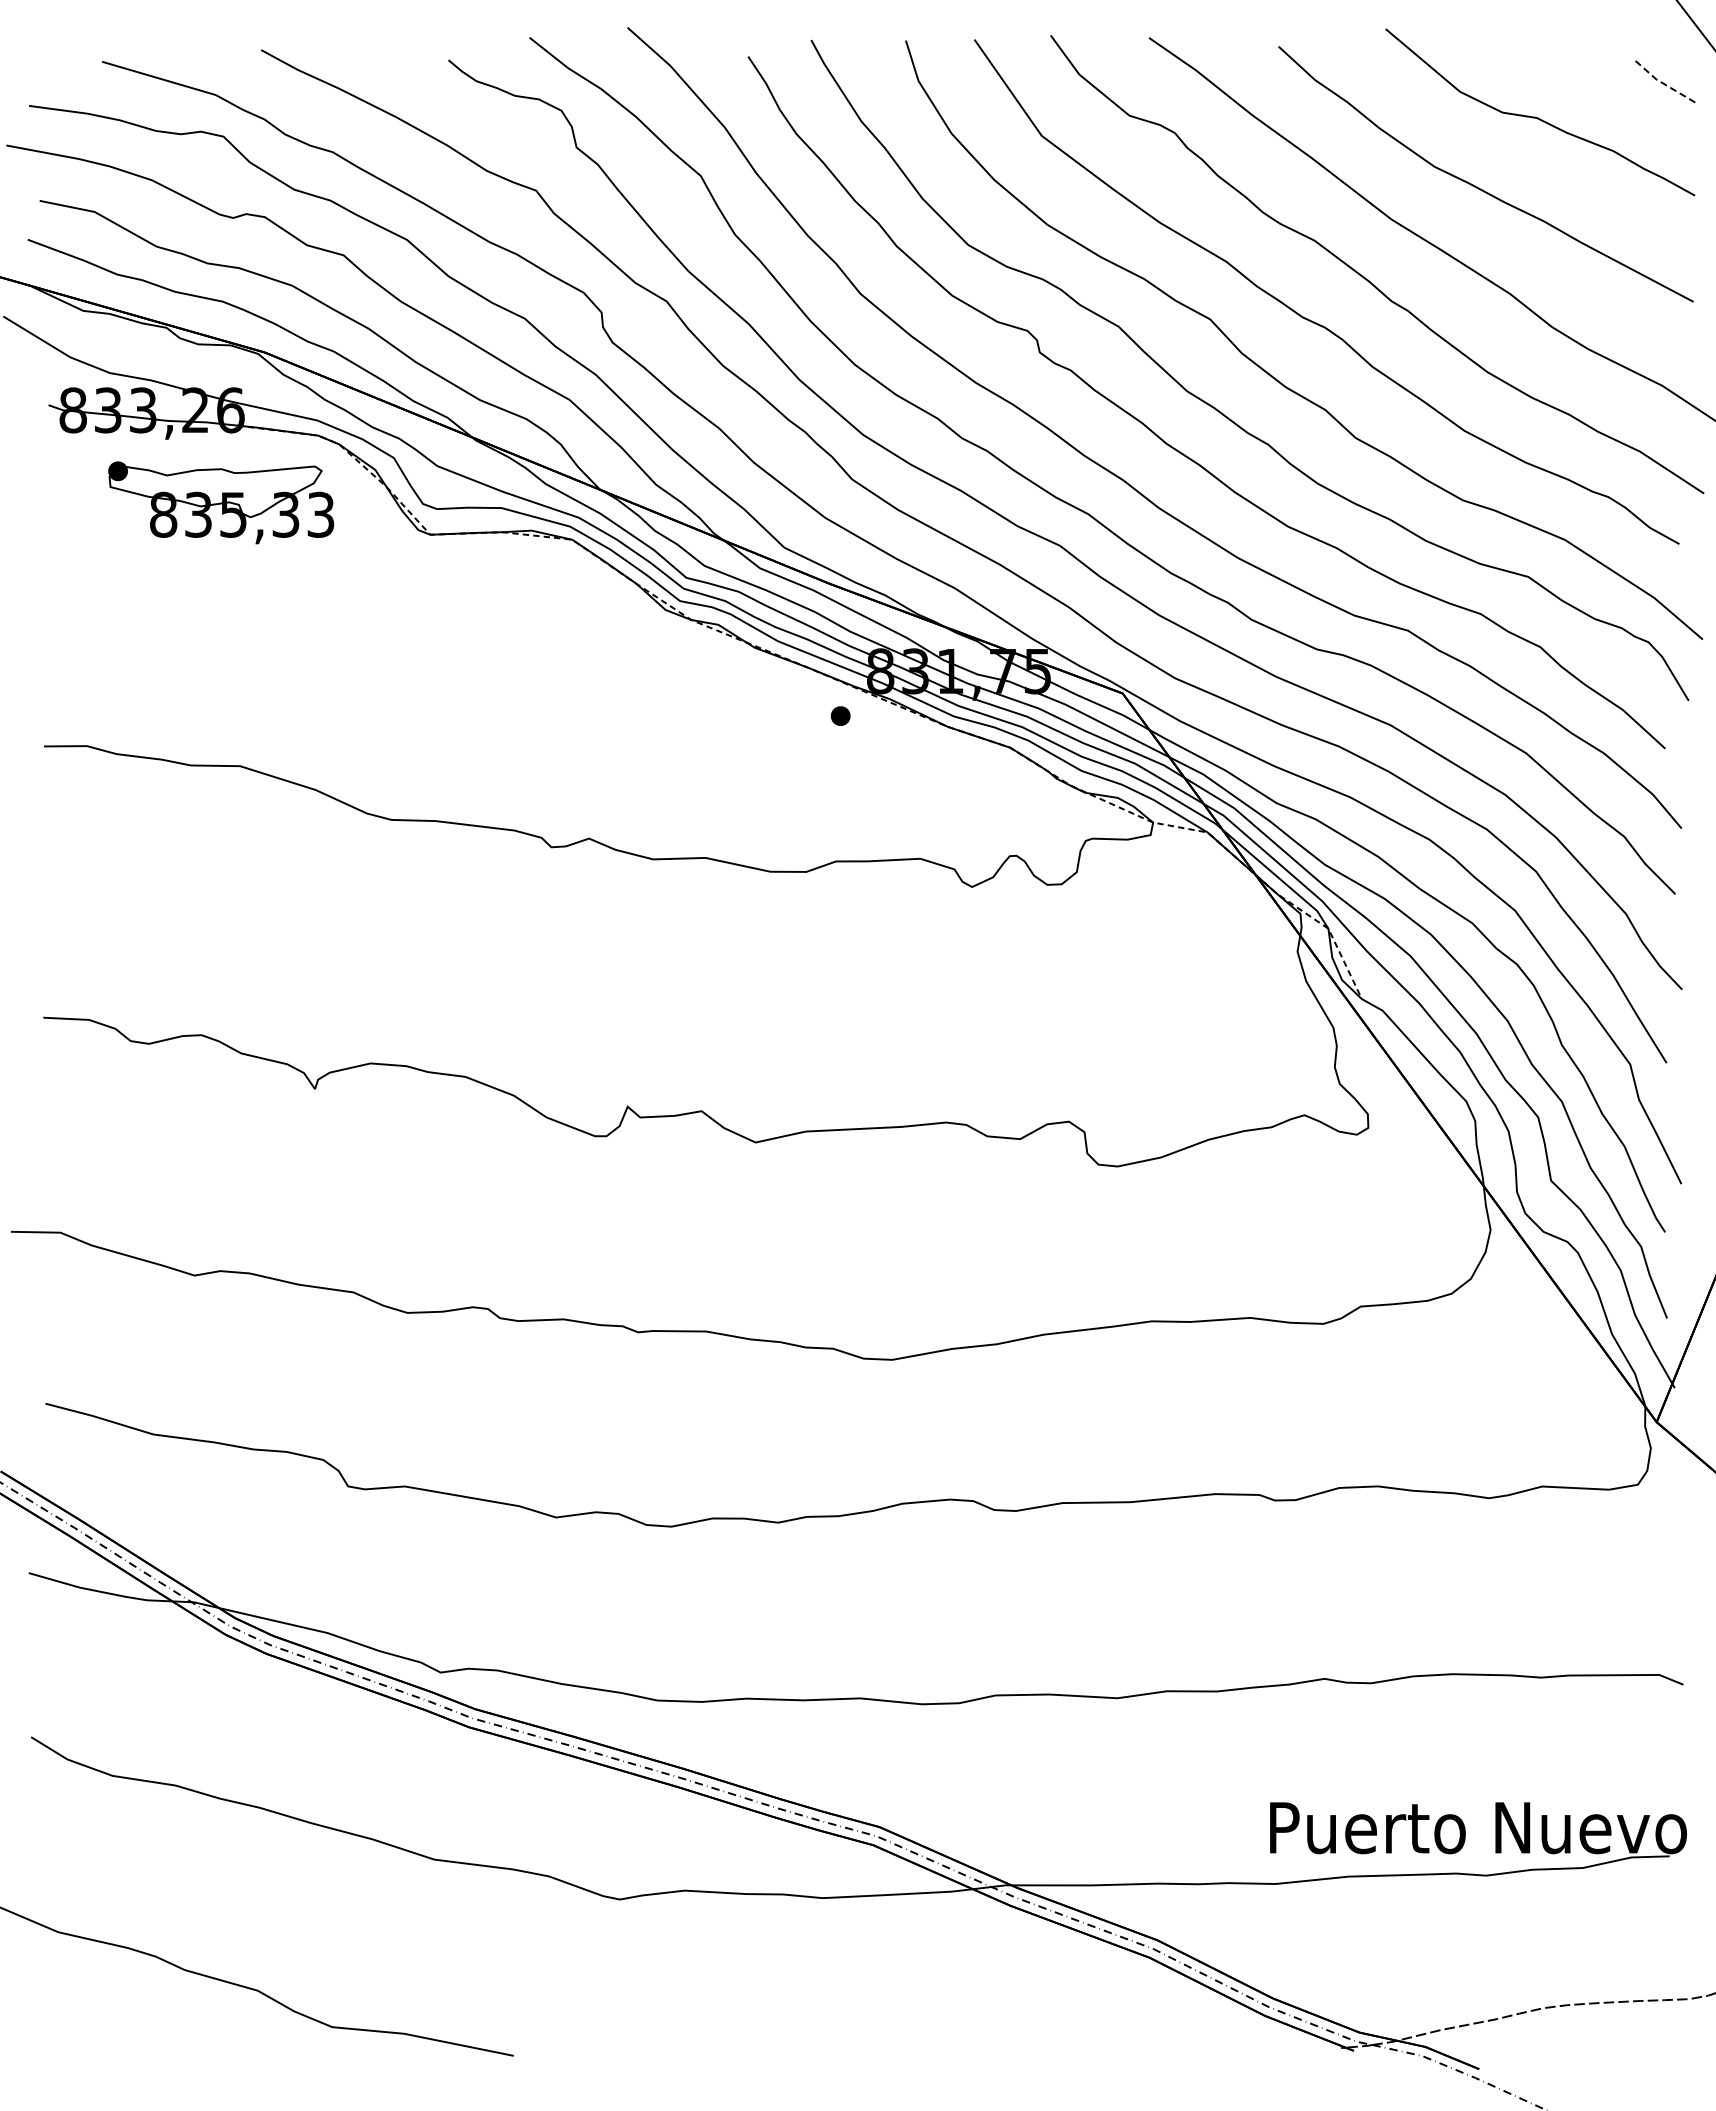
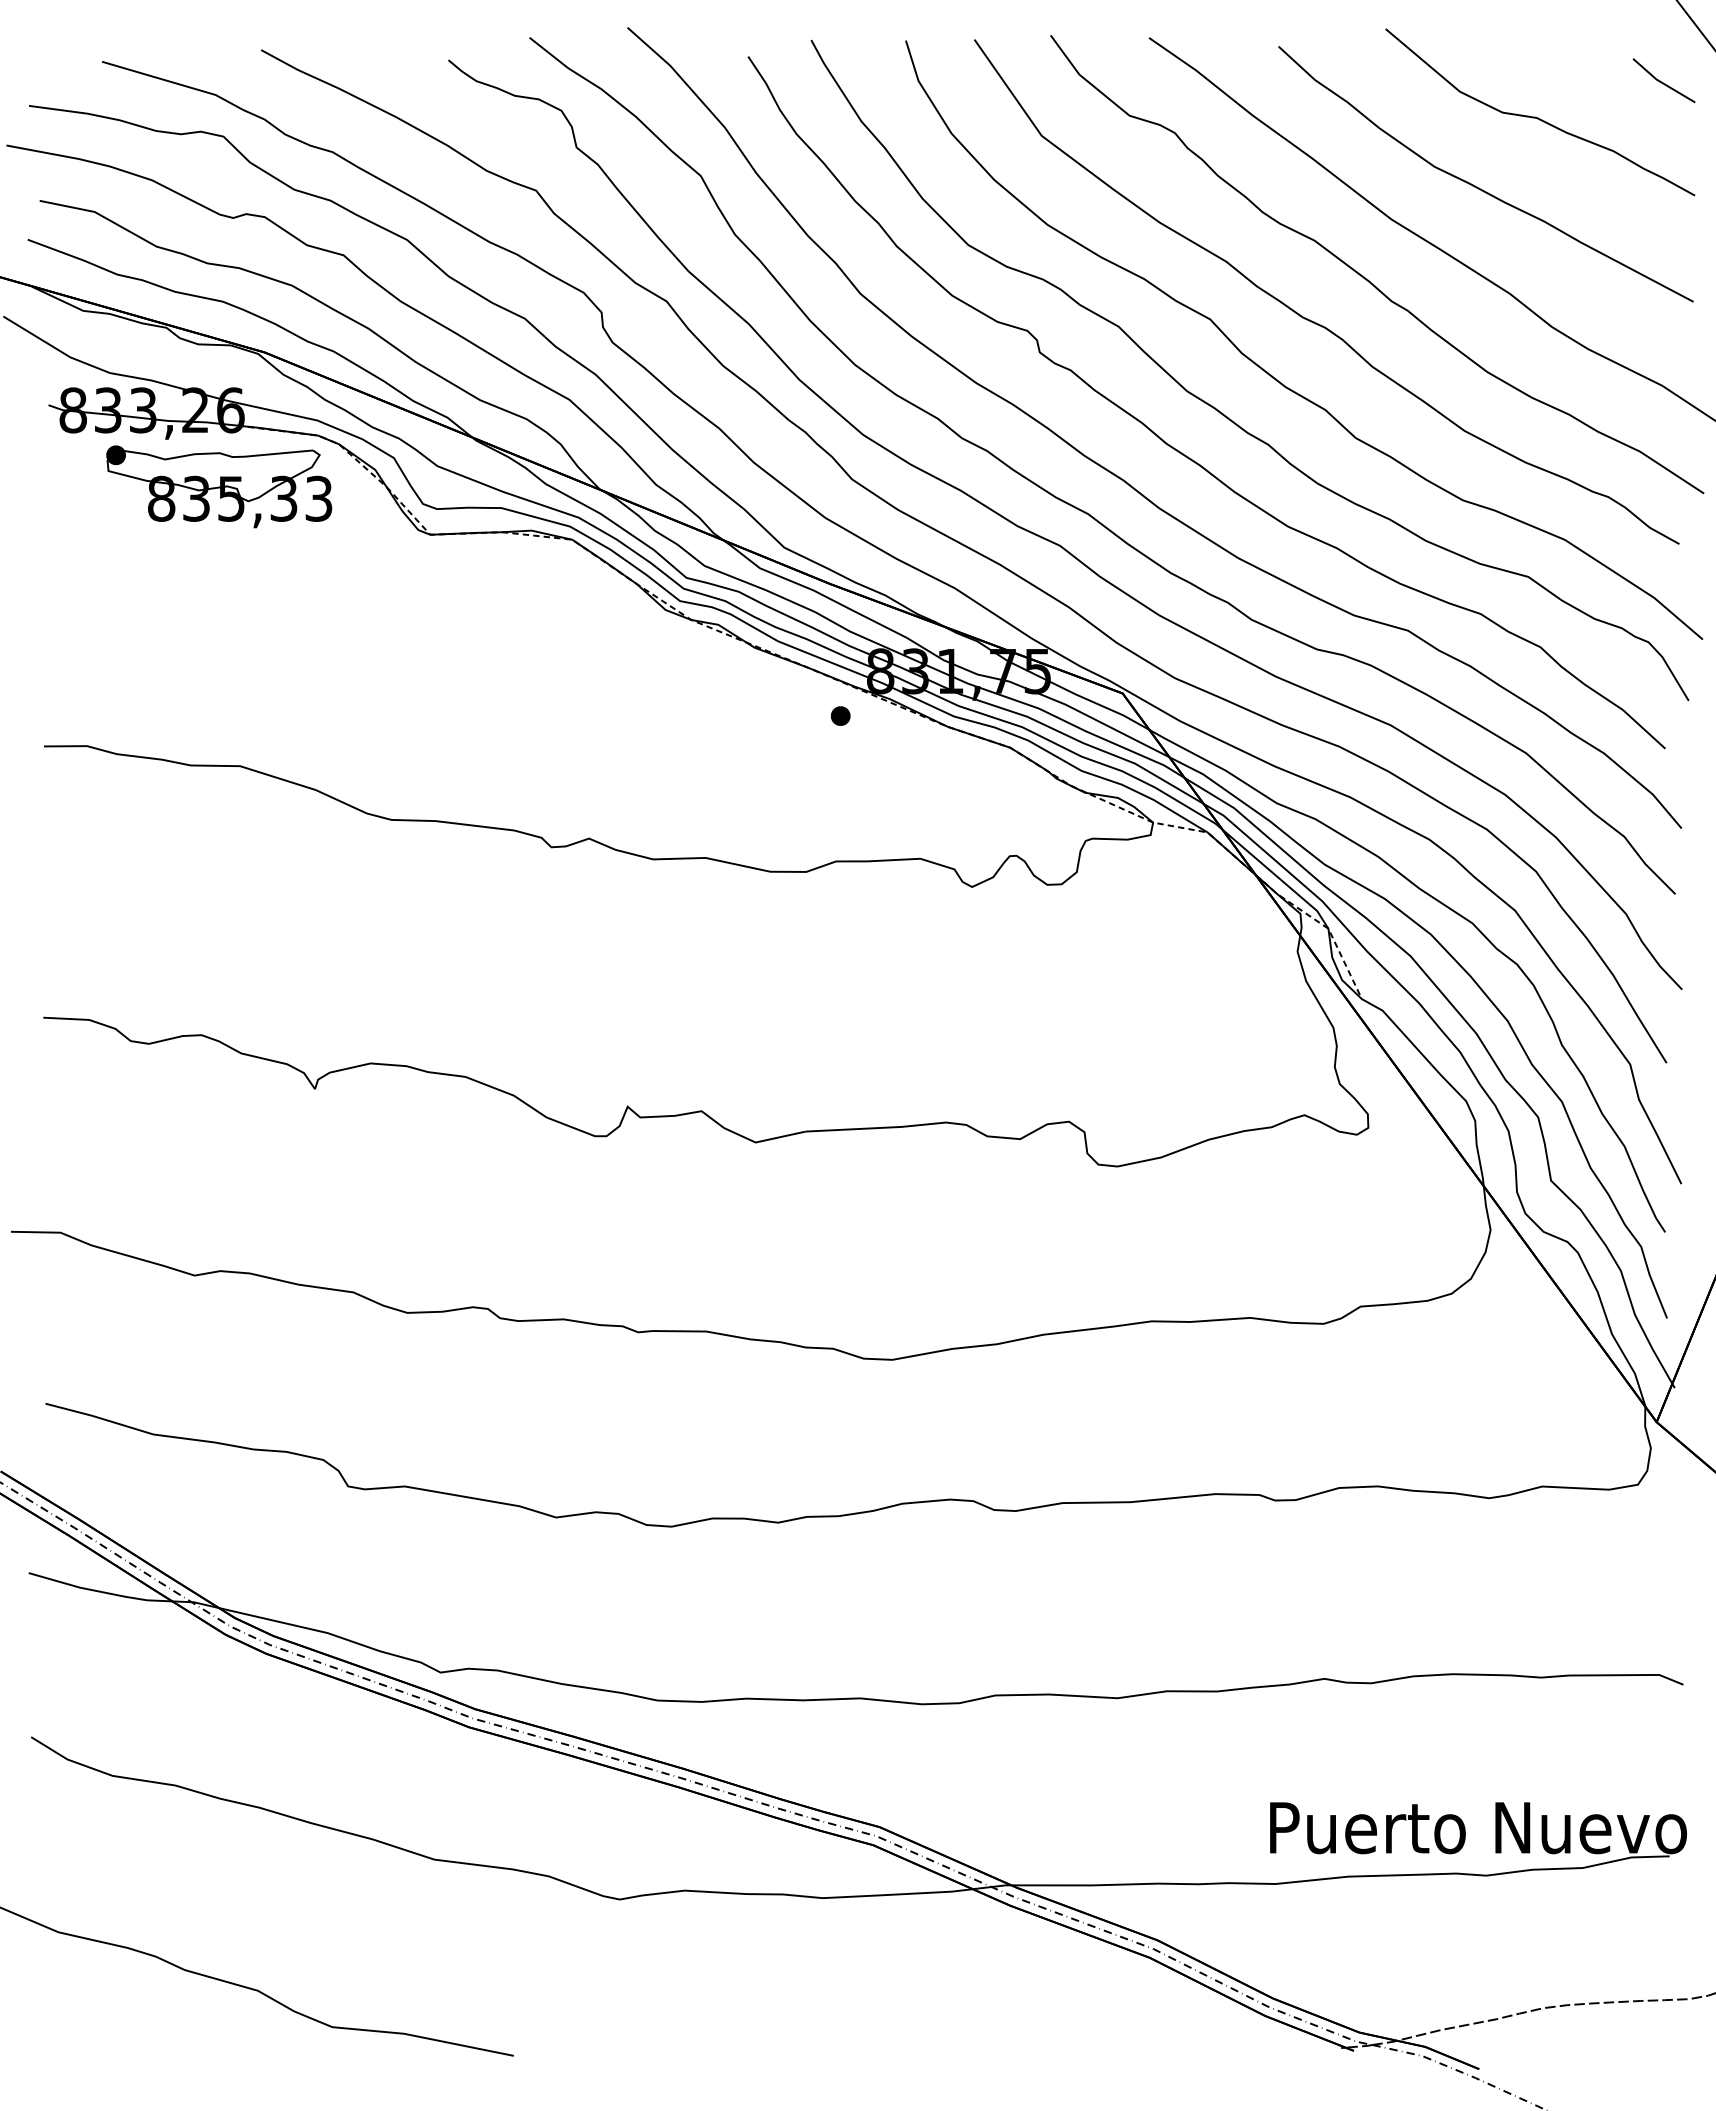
line at (1661, 82): dashed -> solid
part at (221, 502) position: (221, 502) -> (219, 486)
